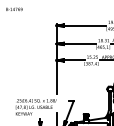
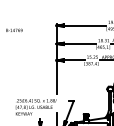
text at (14, 8) position: (14, 8) -> (14, 29)
